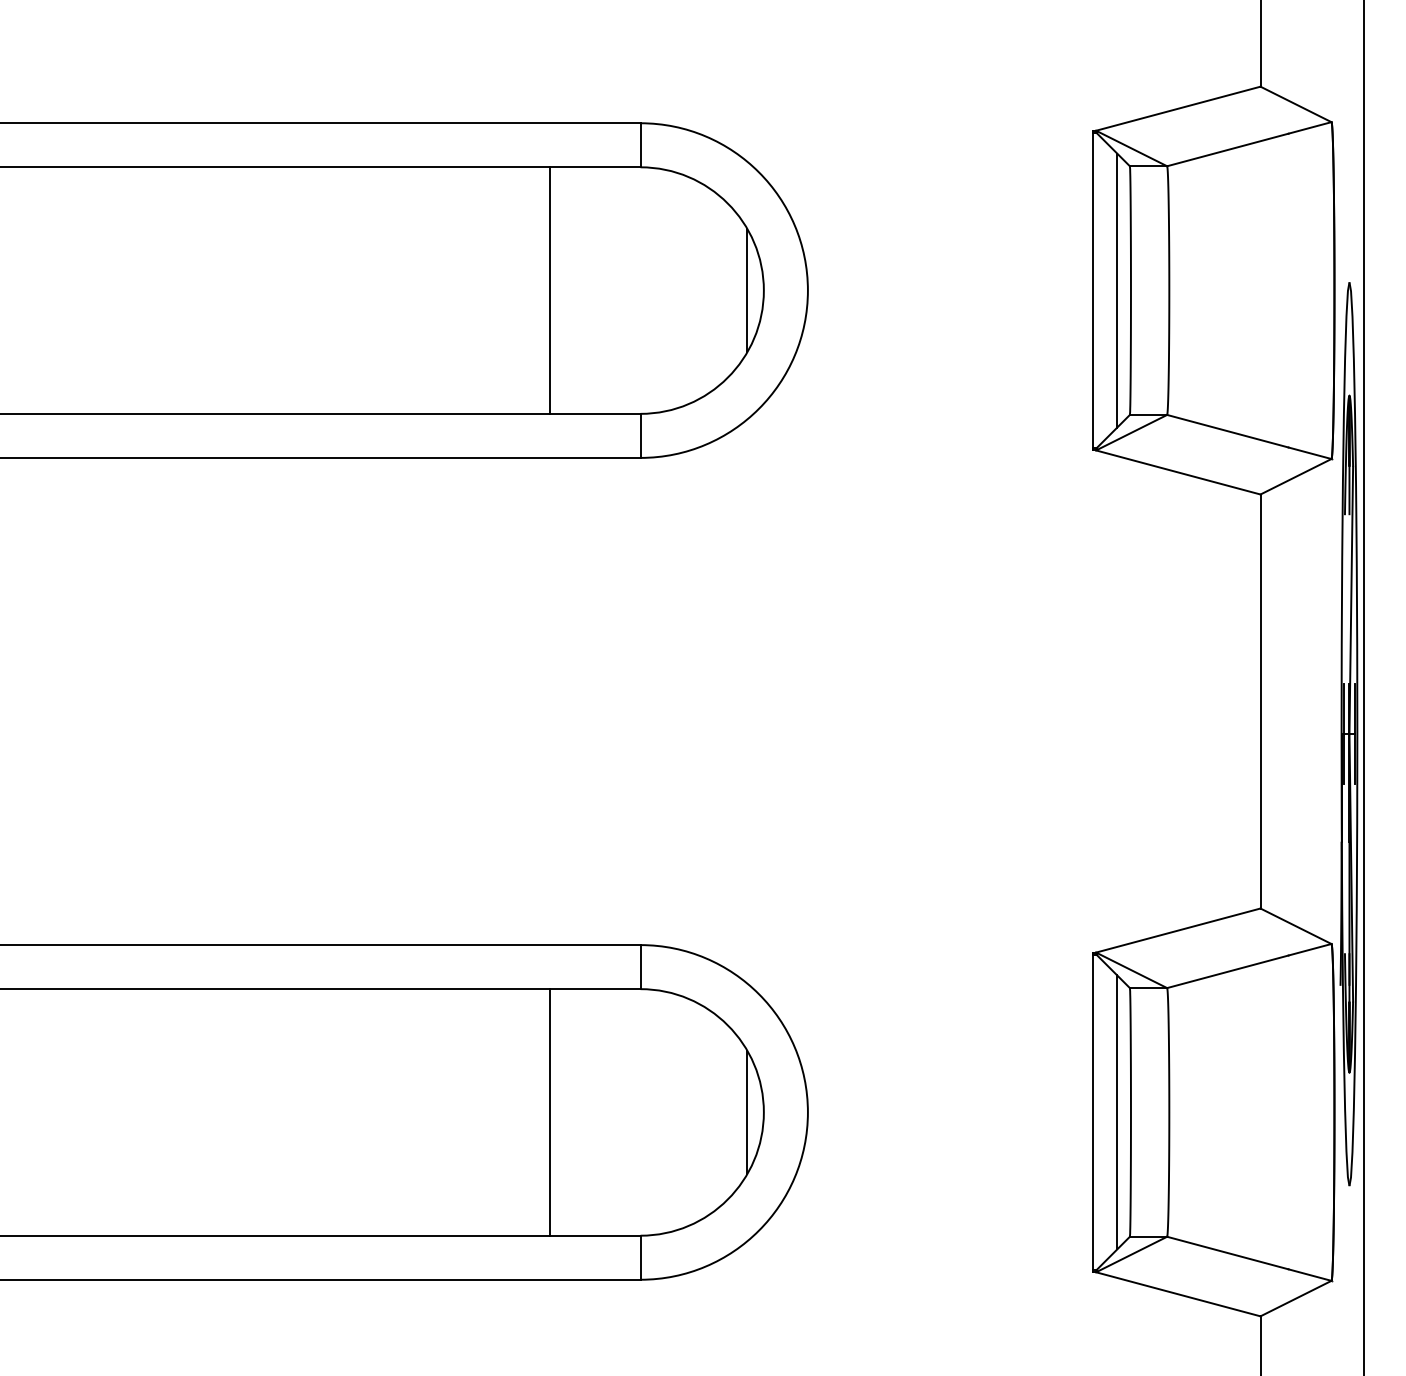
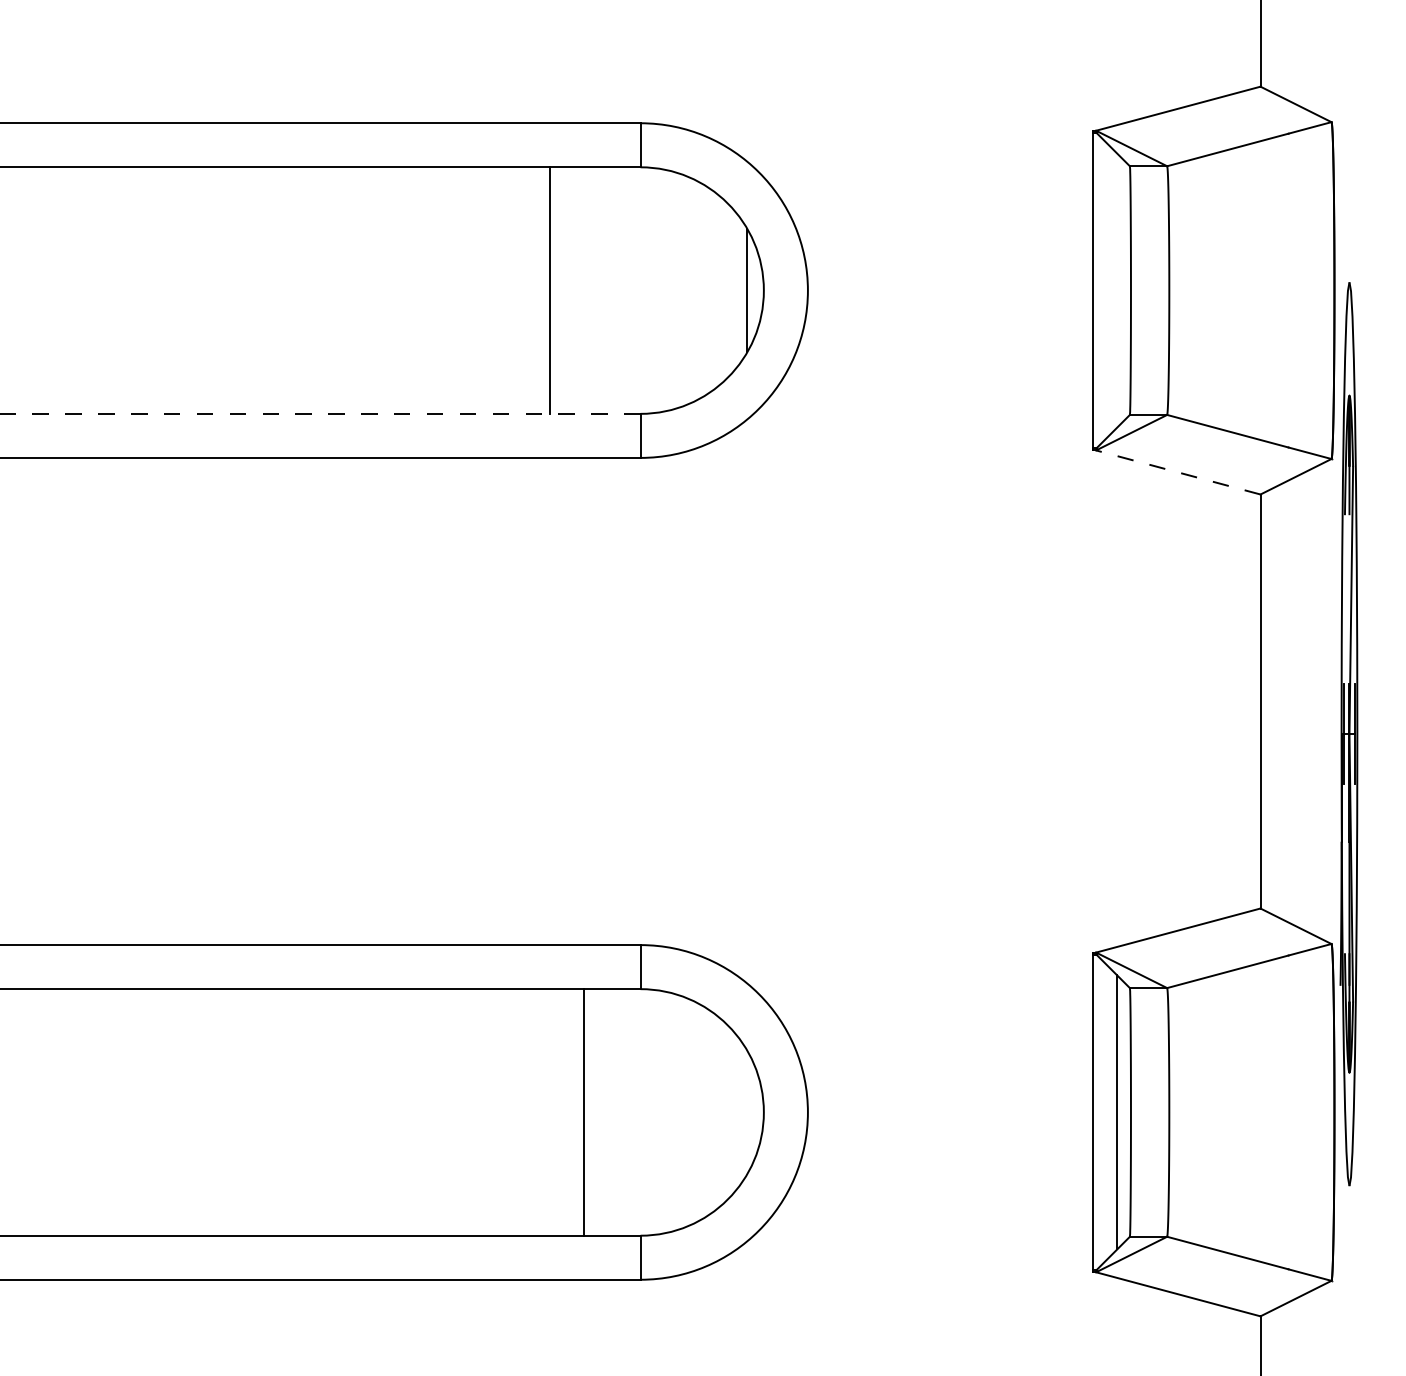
line at (1117, 290): present -> none
line at (320, 413): solid -> dashed
line at (1177, 472): solid -> dashed
line at (1363, 687): present -> none
line at (747, 1111): present -> none
line at (550, 1112) position: (550, 1112) -> (584, 1112)
